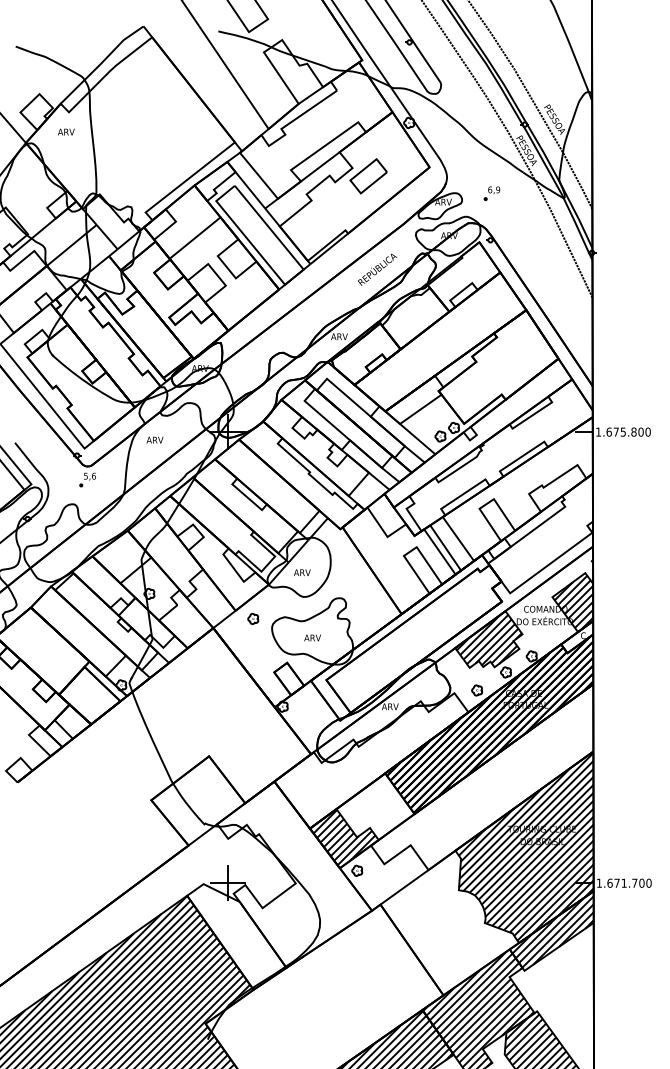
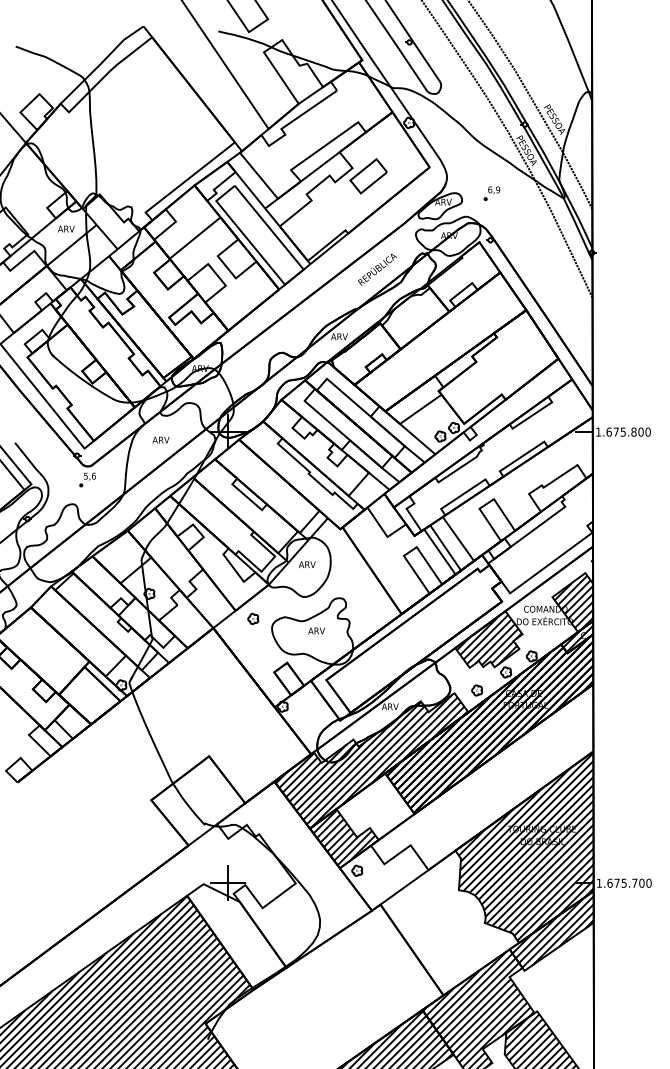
text at (66, 131) position: (66, 131) -> (66, 228)
text at (154, 439) position: (154, 439) -> (160, 439)
text at (302, 572) position: (302, 572) -> (307, 564)
text at (312, 637) position: (312, 637) -> (316, 630)
hatch at (578, 638): none -> present
hatch at (371, 760): none -> present
text at (623, 882): 1.671.700 -> 1.675.700
